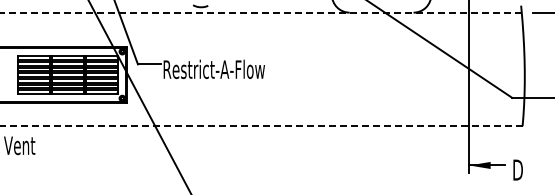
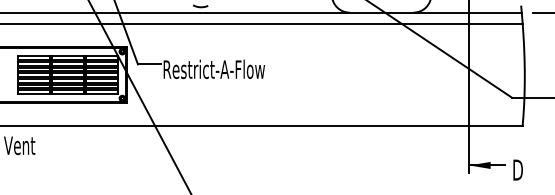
line at (260, 12): dashed -> solid
line at (262, 24): none -> present
line at (261, 126): dashed -> solid
